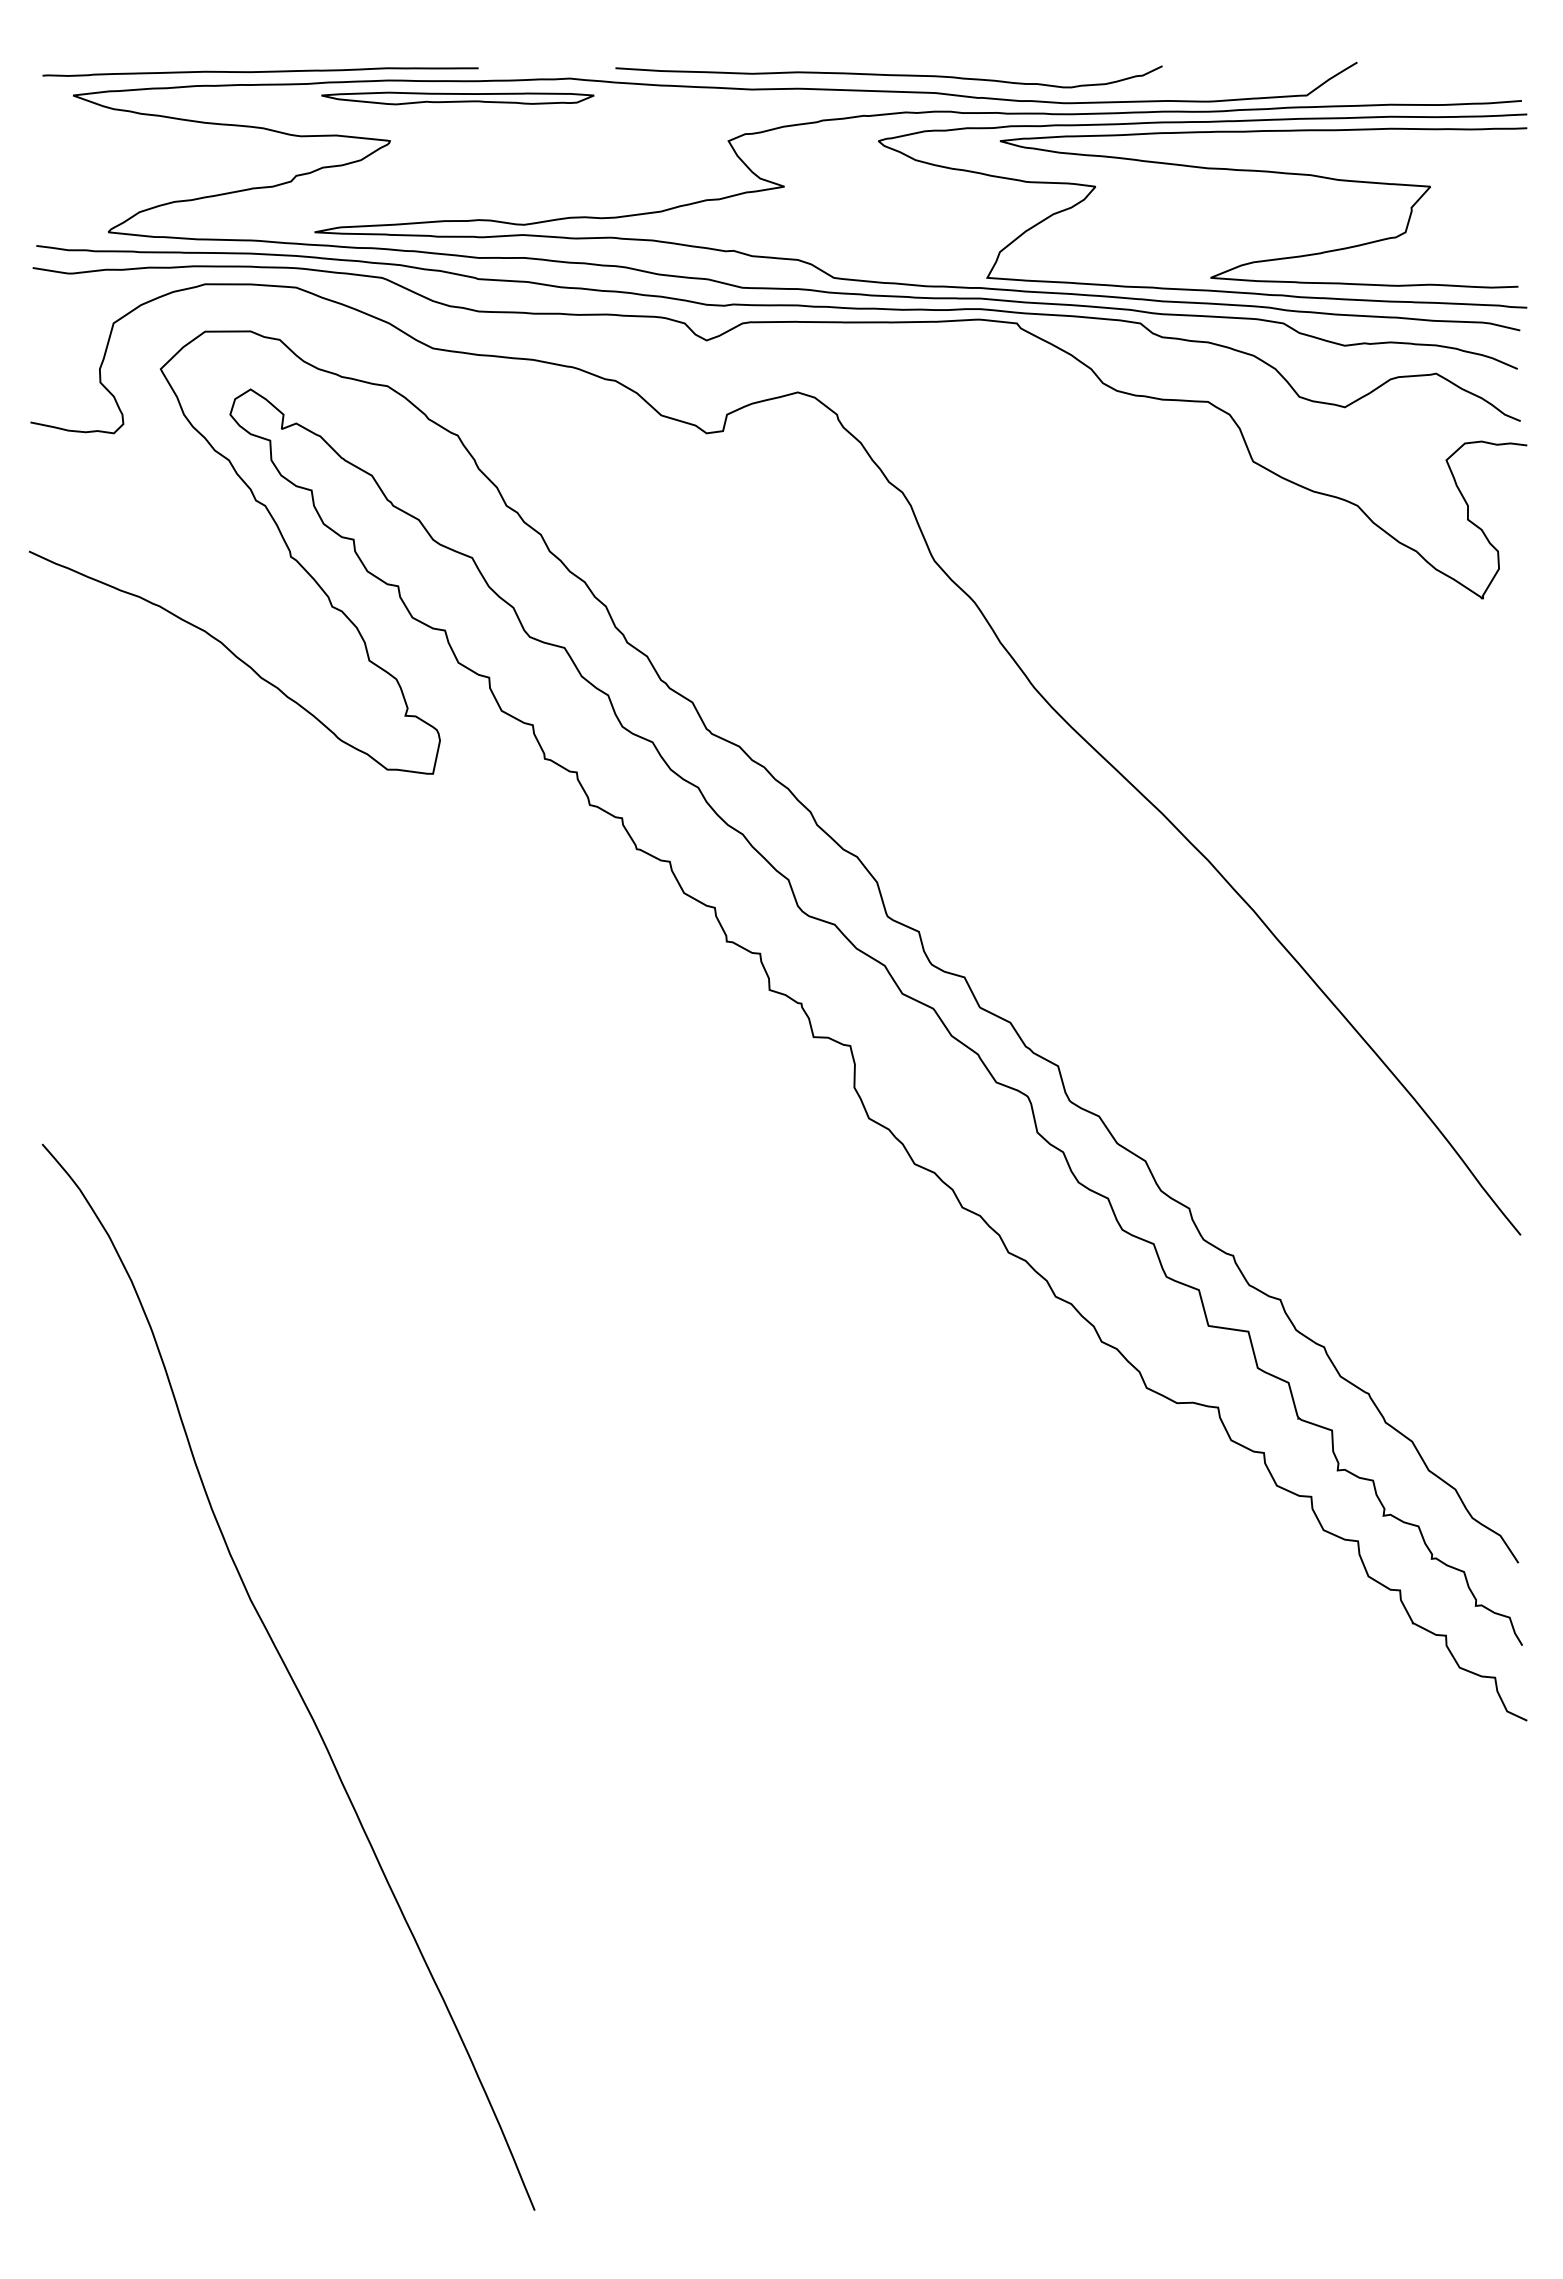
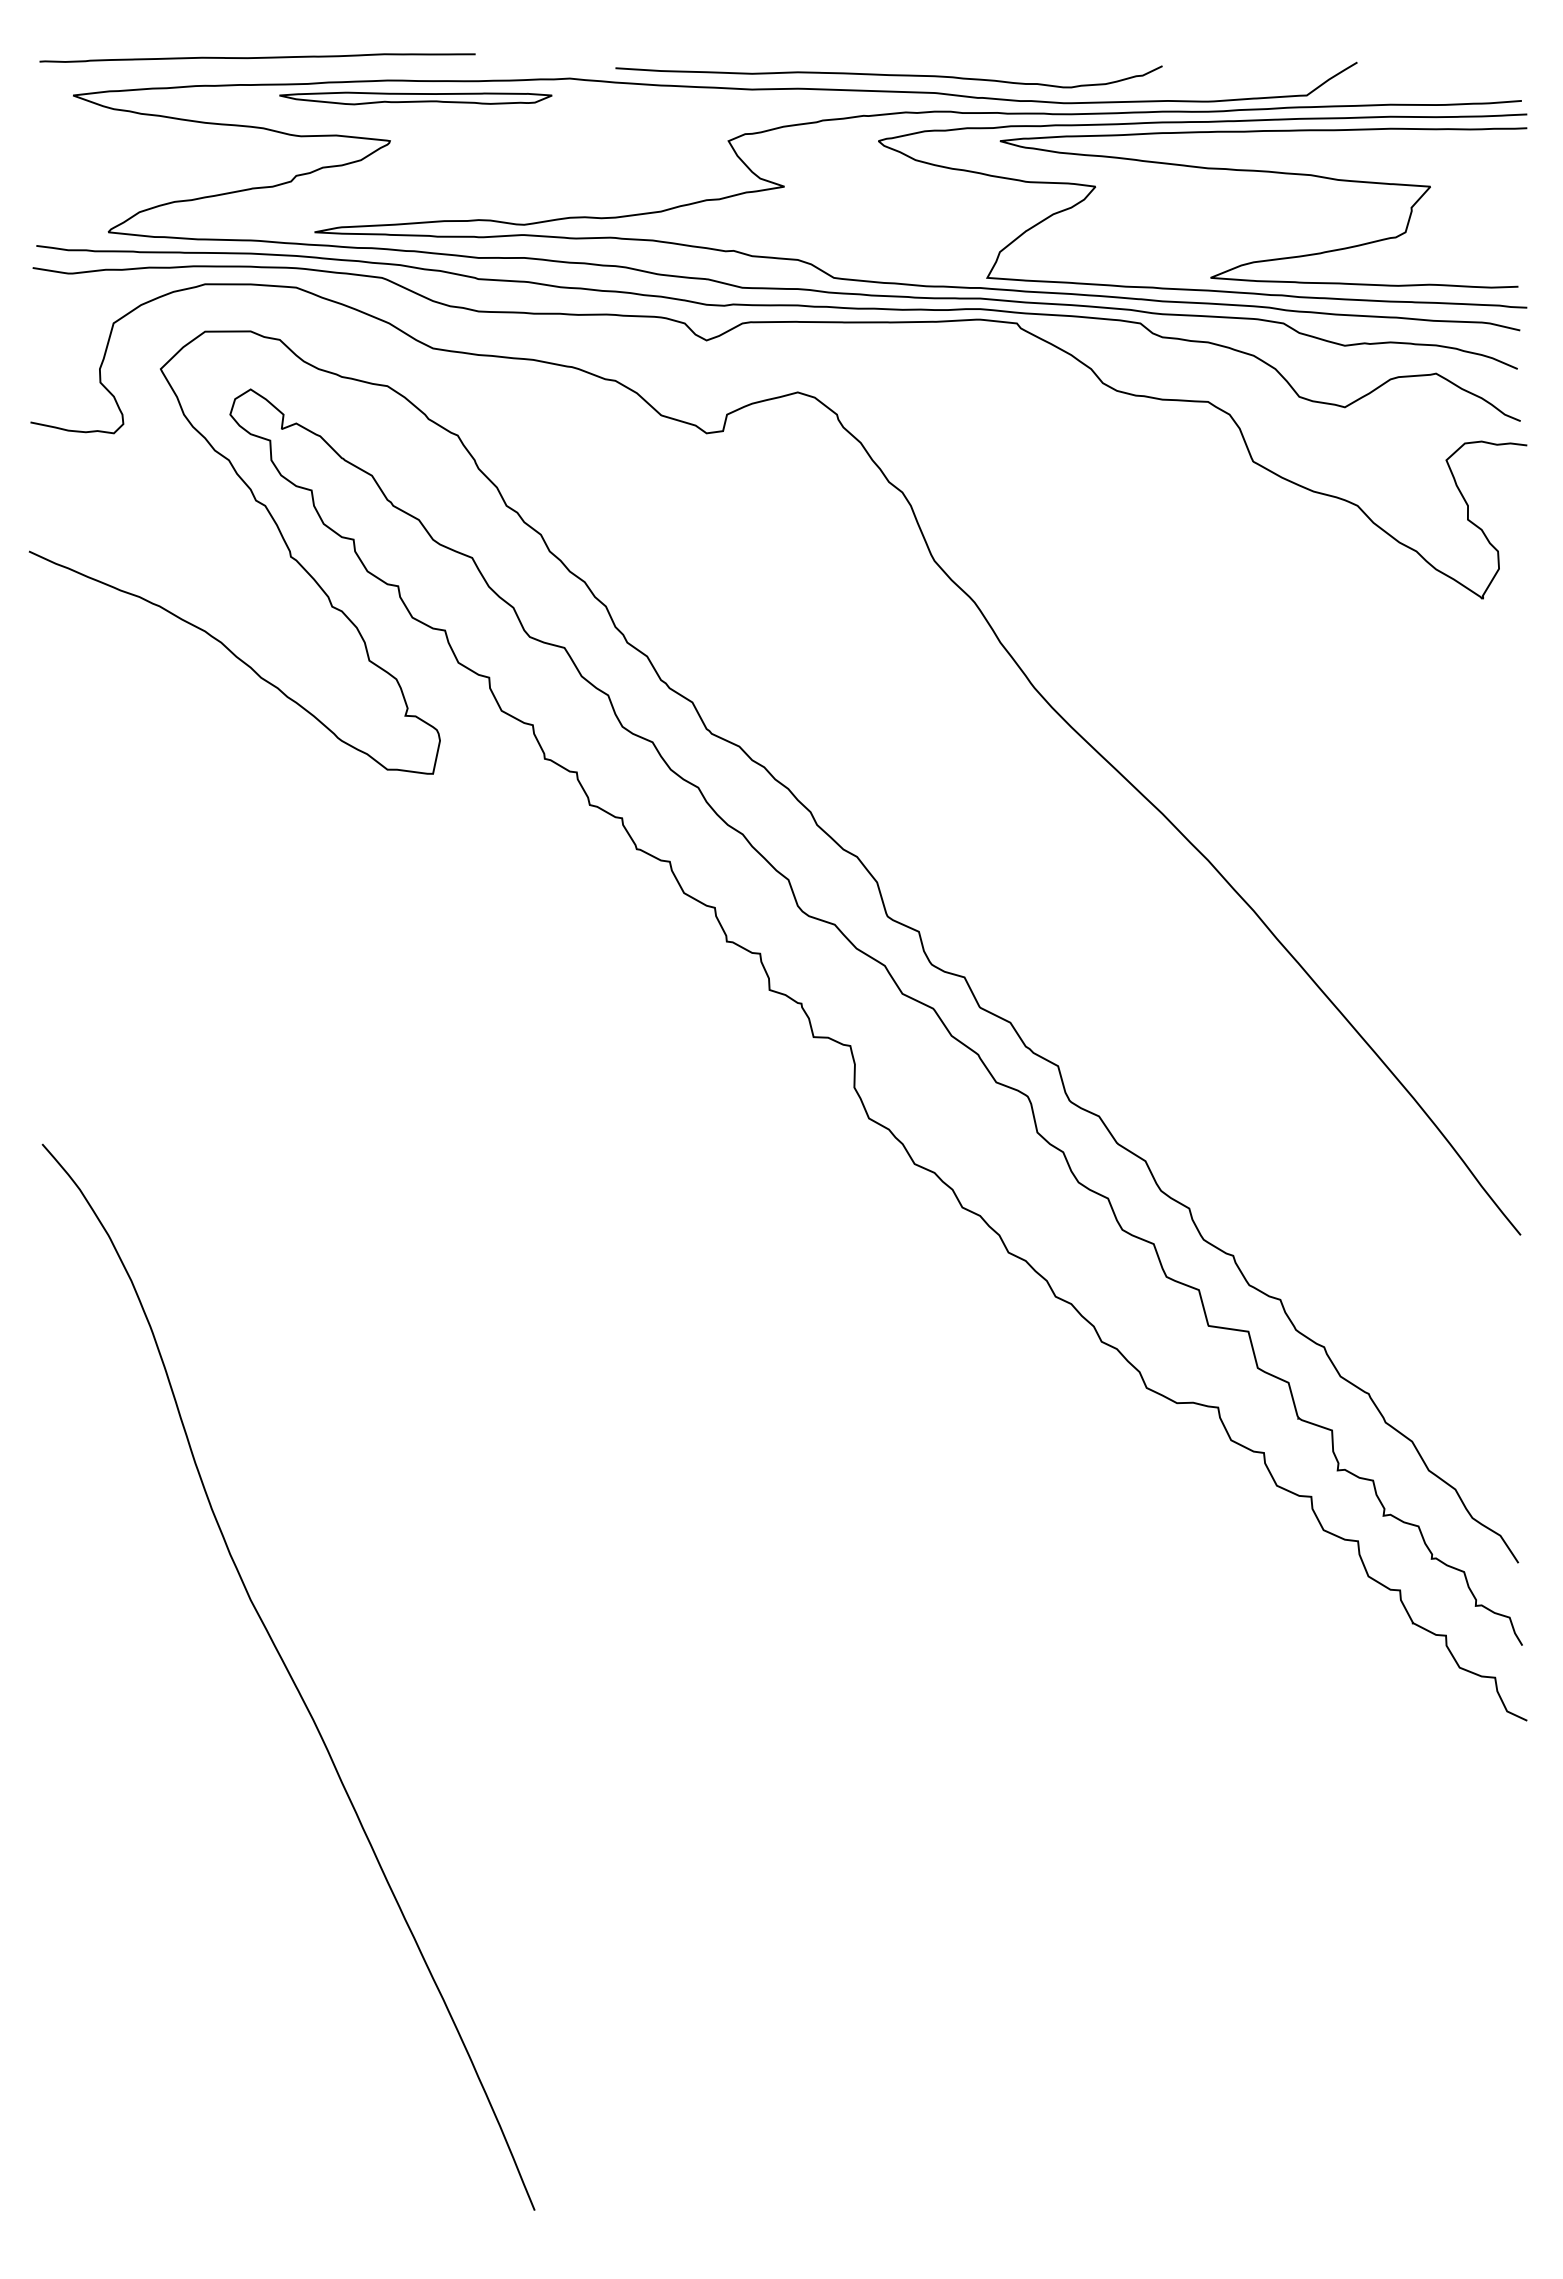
curve at (260, 71) position: (260, 71) -> (257, 57)
part at (457, 98) position: (457, 98) -> (415, 98)
